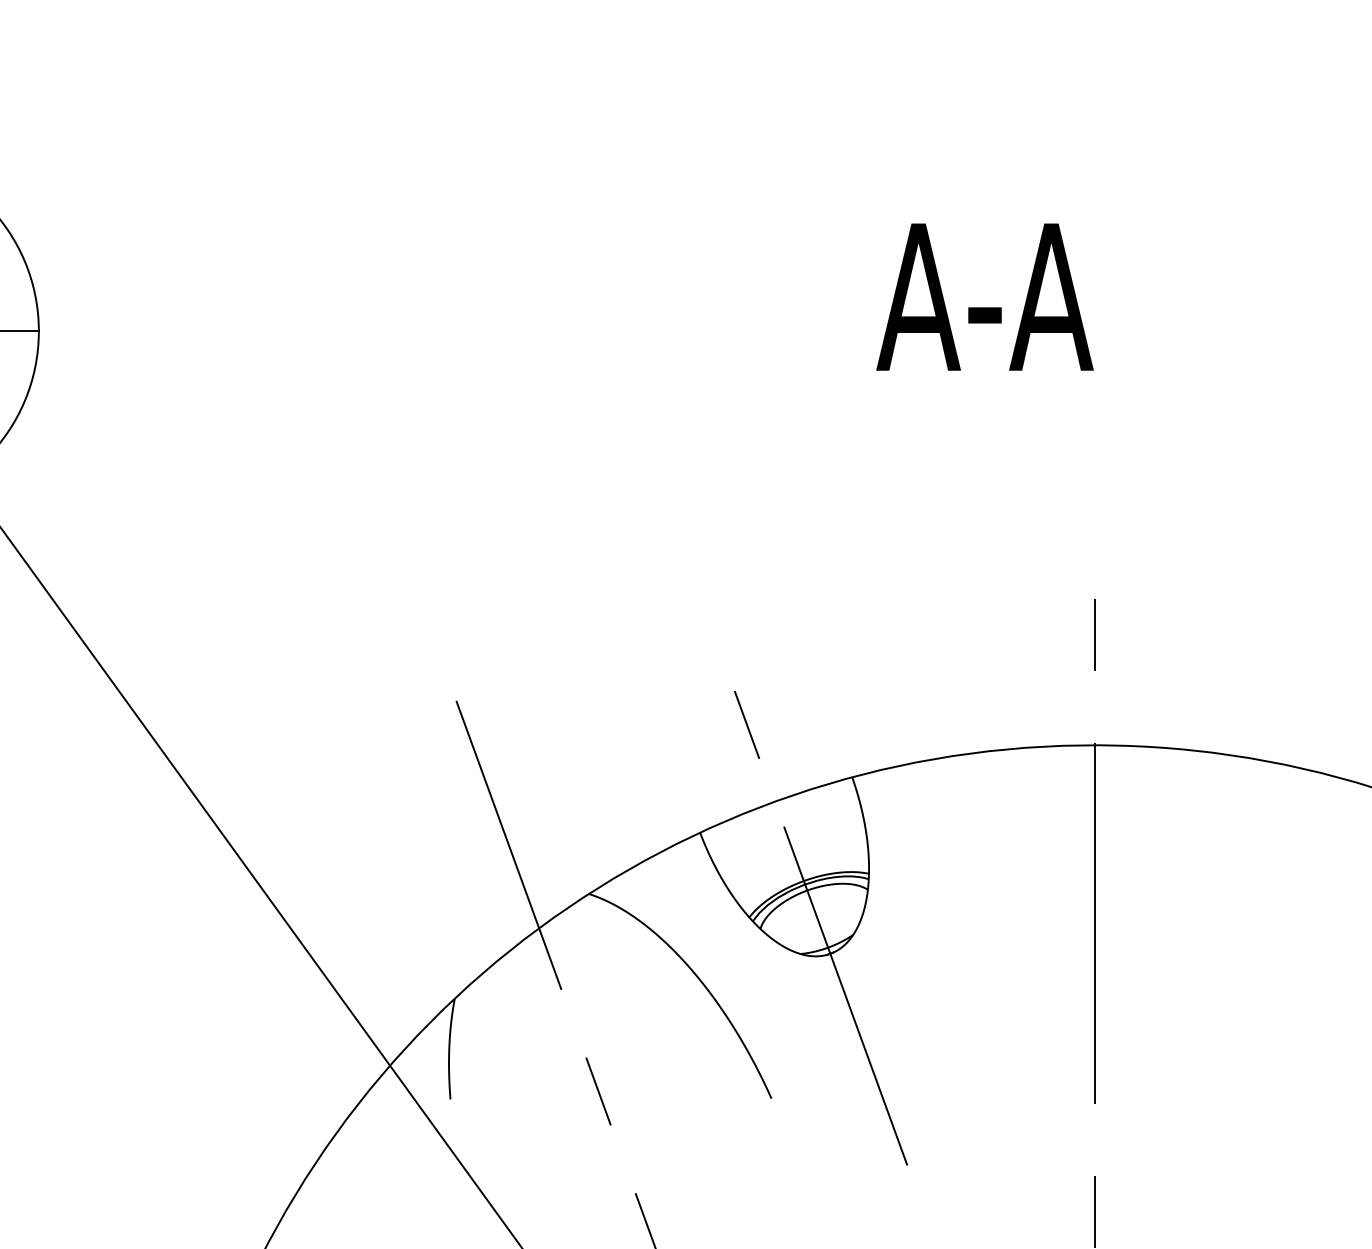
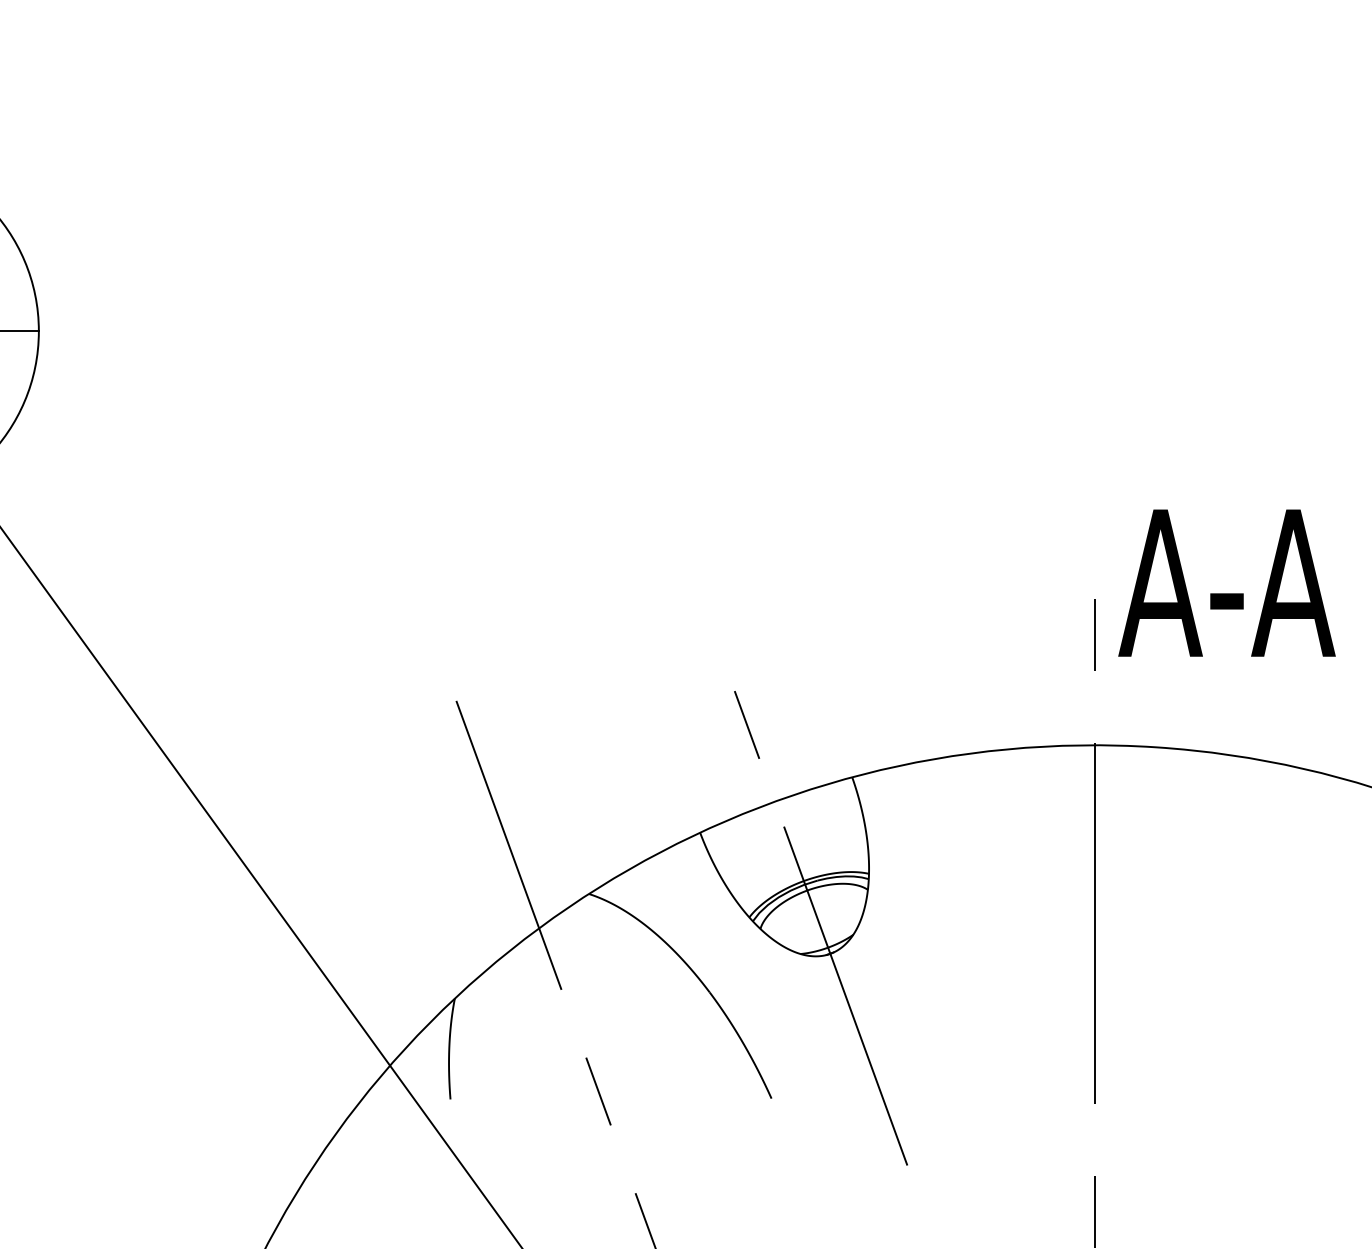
text at (984, 296) position: (984, 296) -> (1226, 582)
